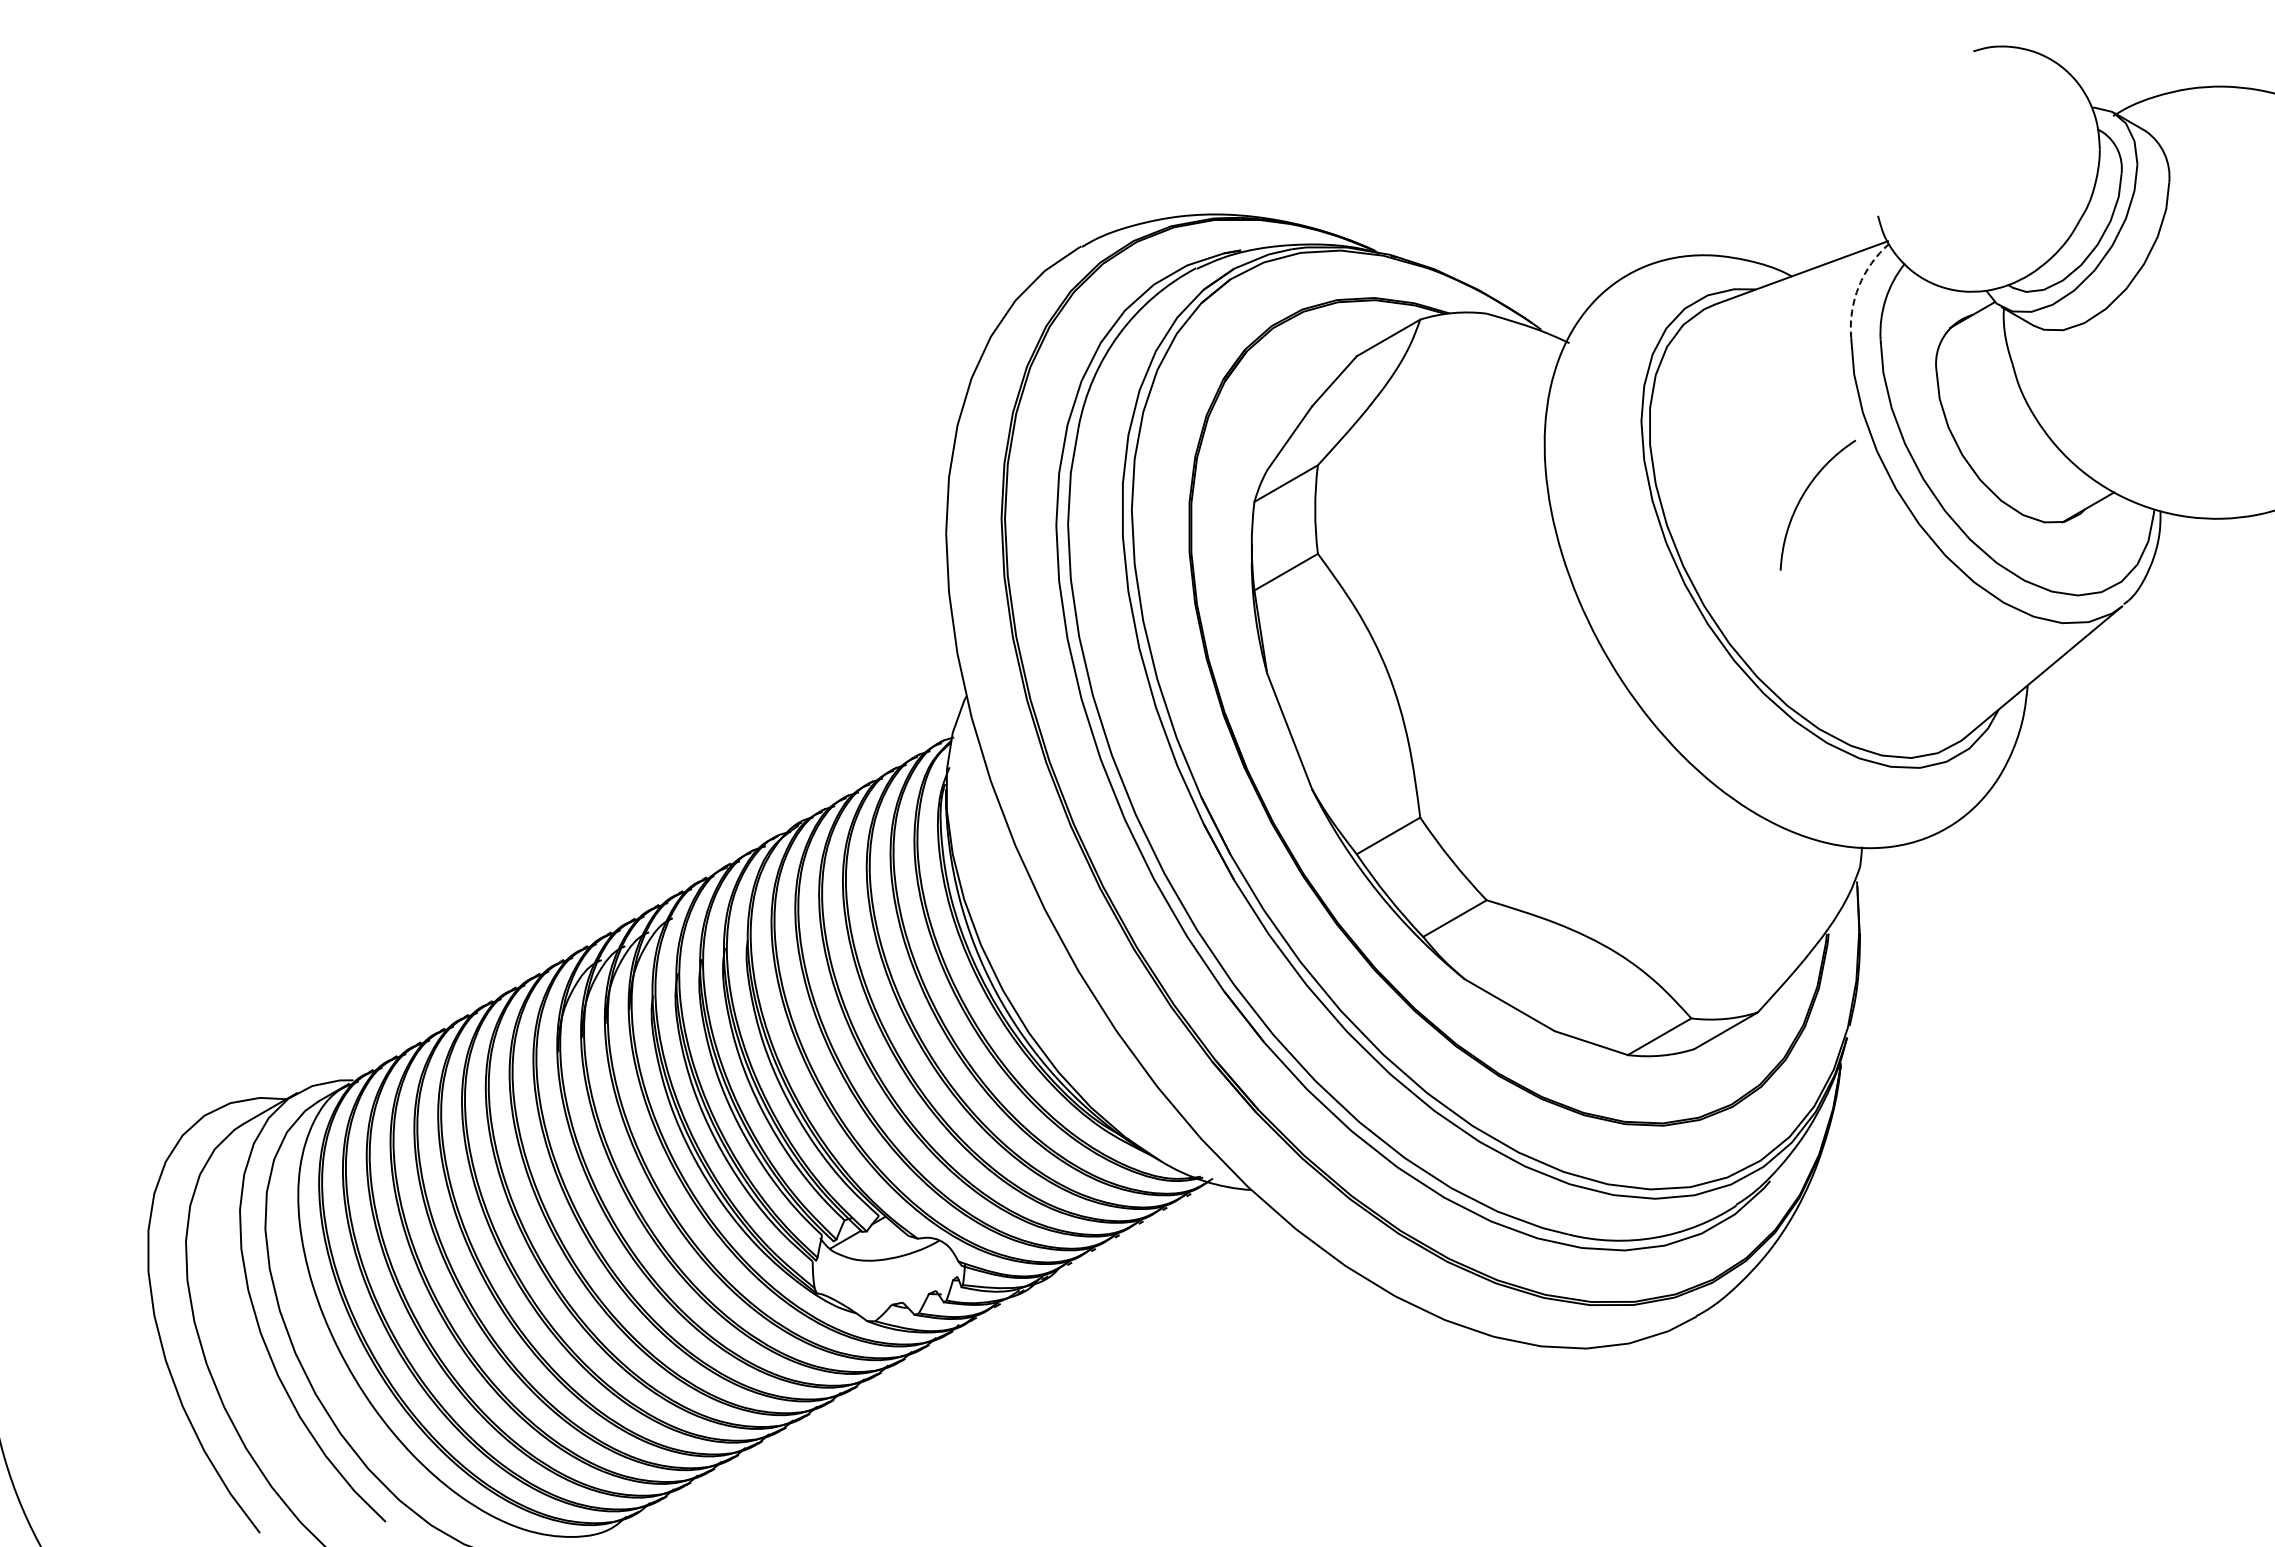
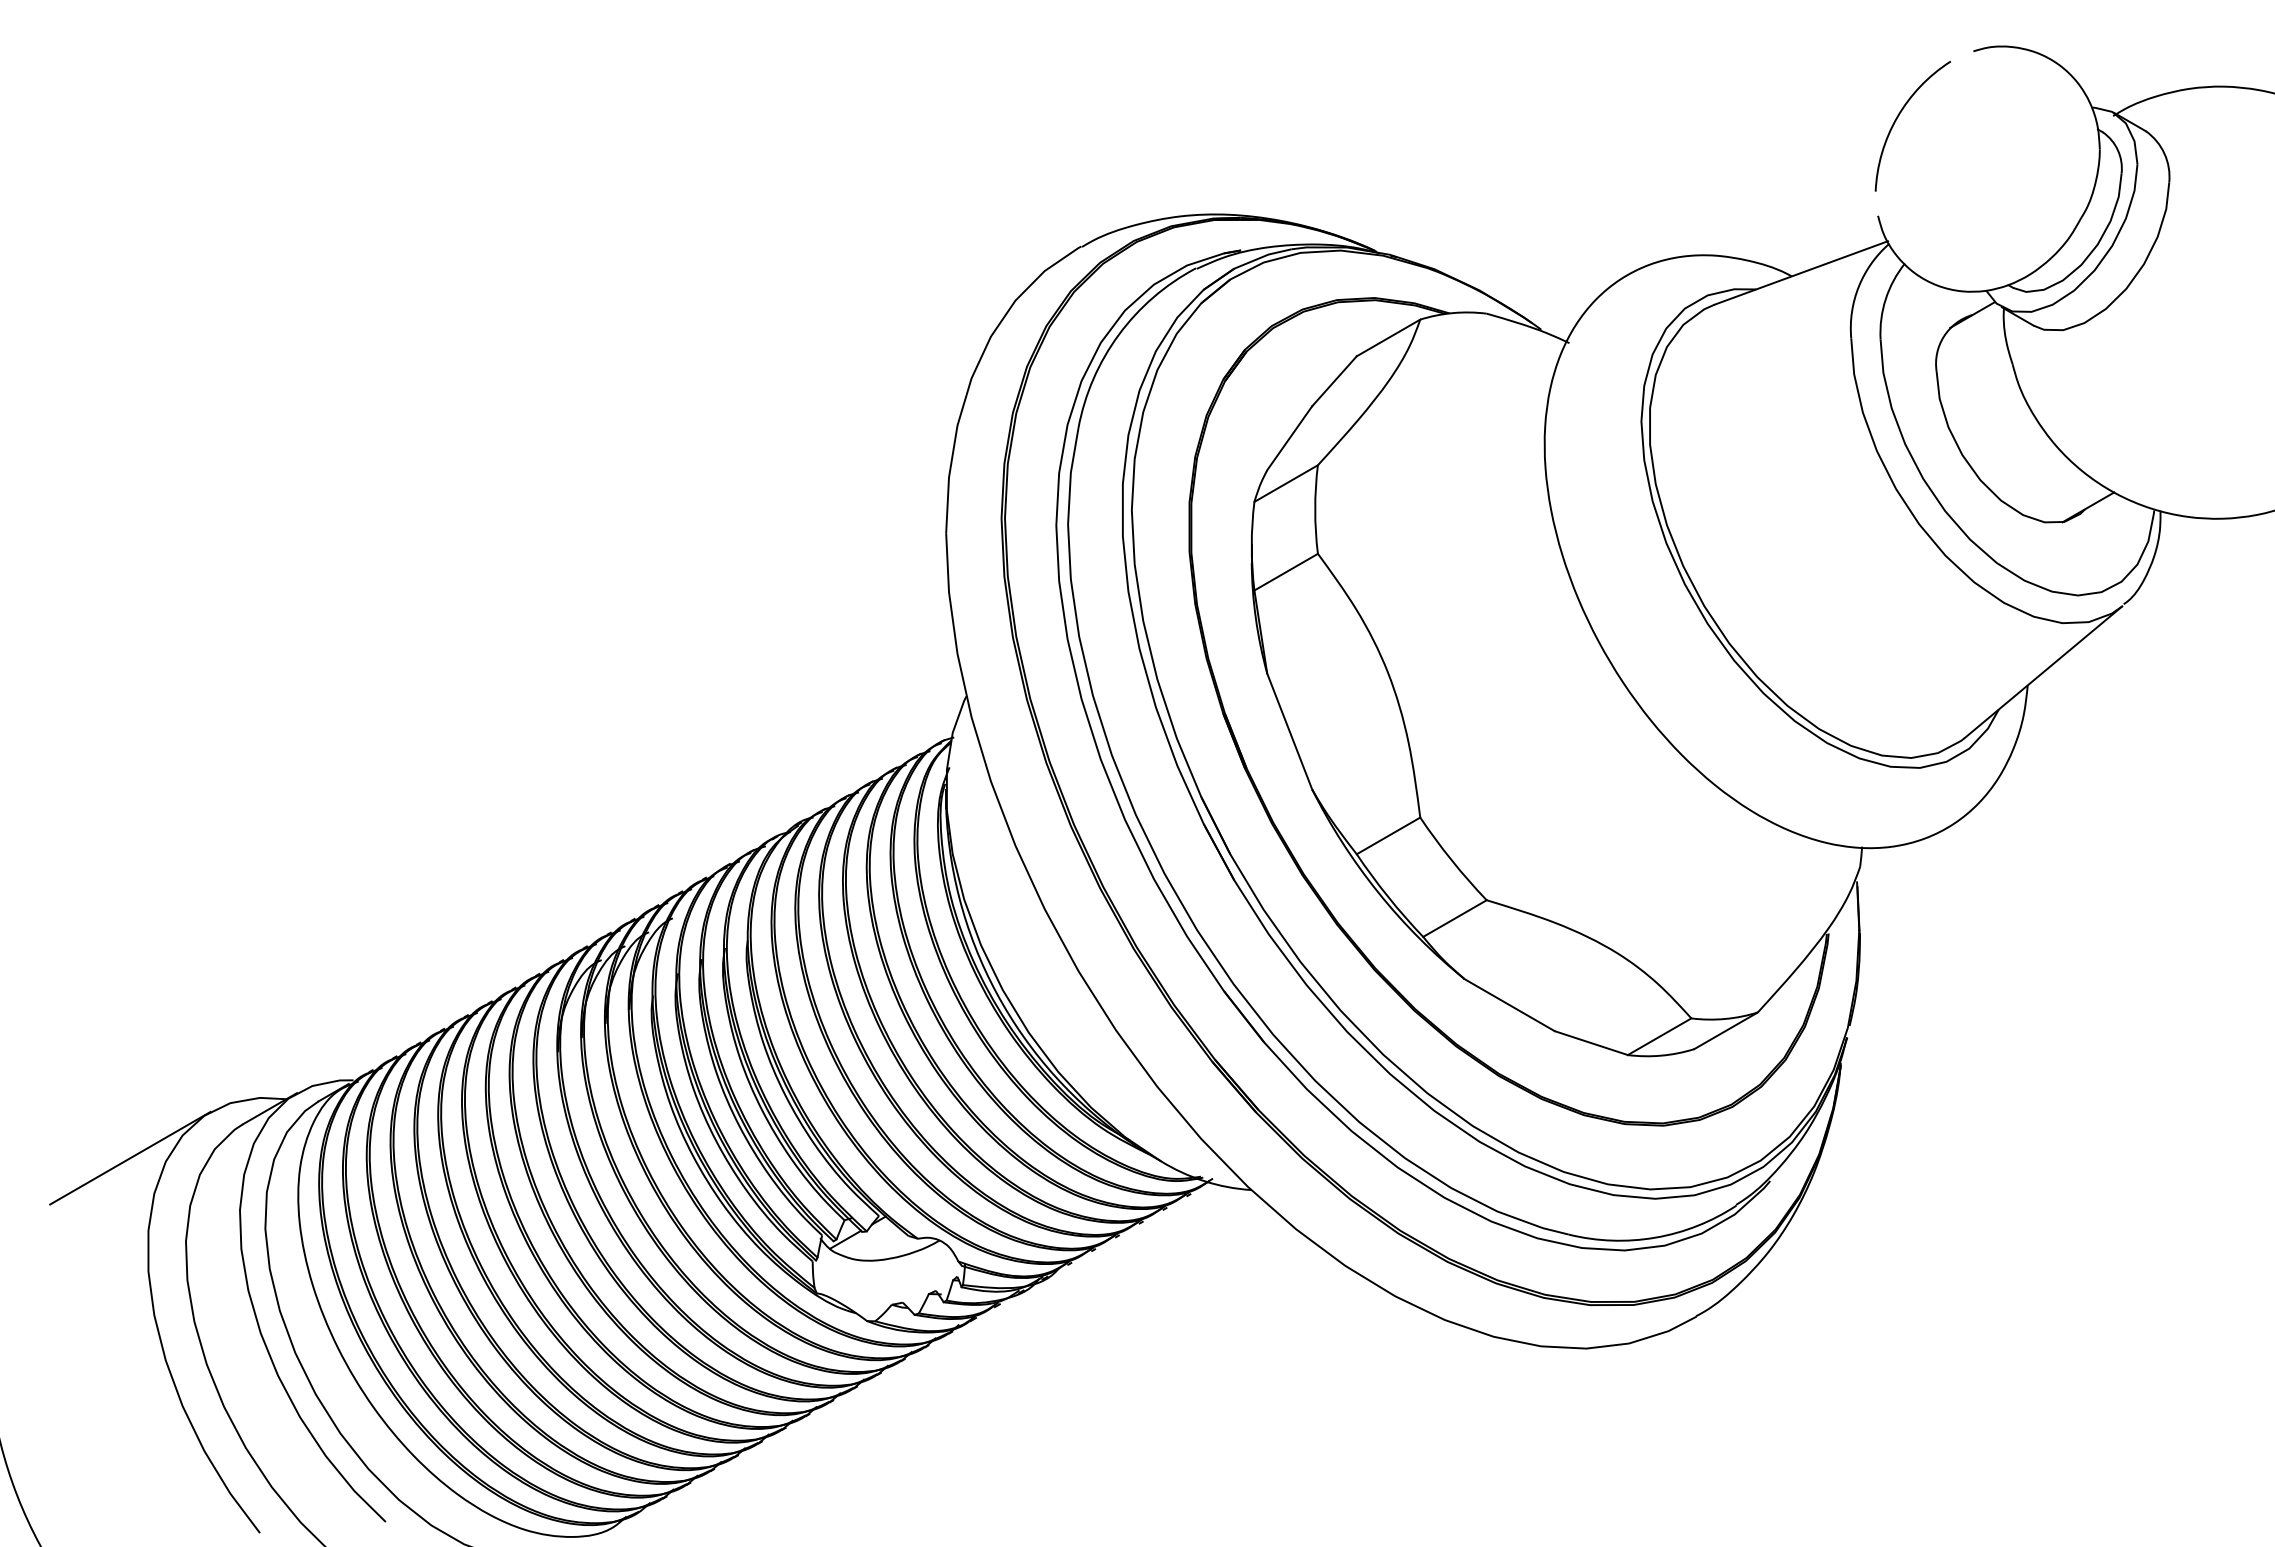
arc at (1858, 286): dashed -> solid
arc at (1803, 496) position: (1803, 496) -> (1898, 117)
line at (130, 1157): none -> present
